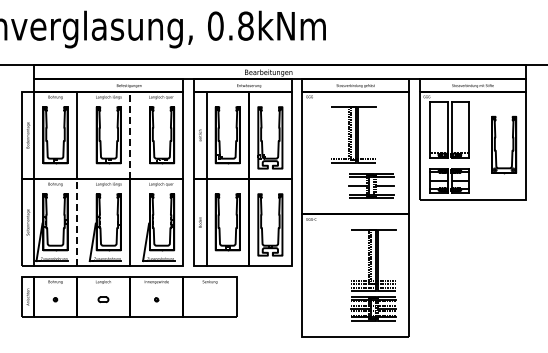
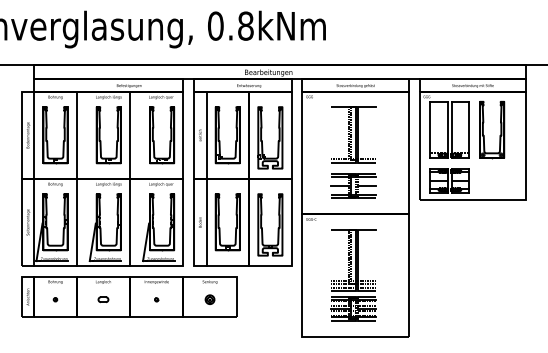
line at (130, 135): dashed -> solid
part at (512, 144) position: (512, 144) -> (500, 129)
part at (371, 185) position: (371, 185) -> (353, 185)
line at (76, 222): dashed -> solid
part at (373, 275) position: (373, 275) -> (353, 275)
part at (209, 299): none -> present
